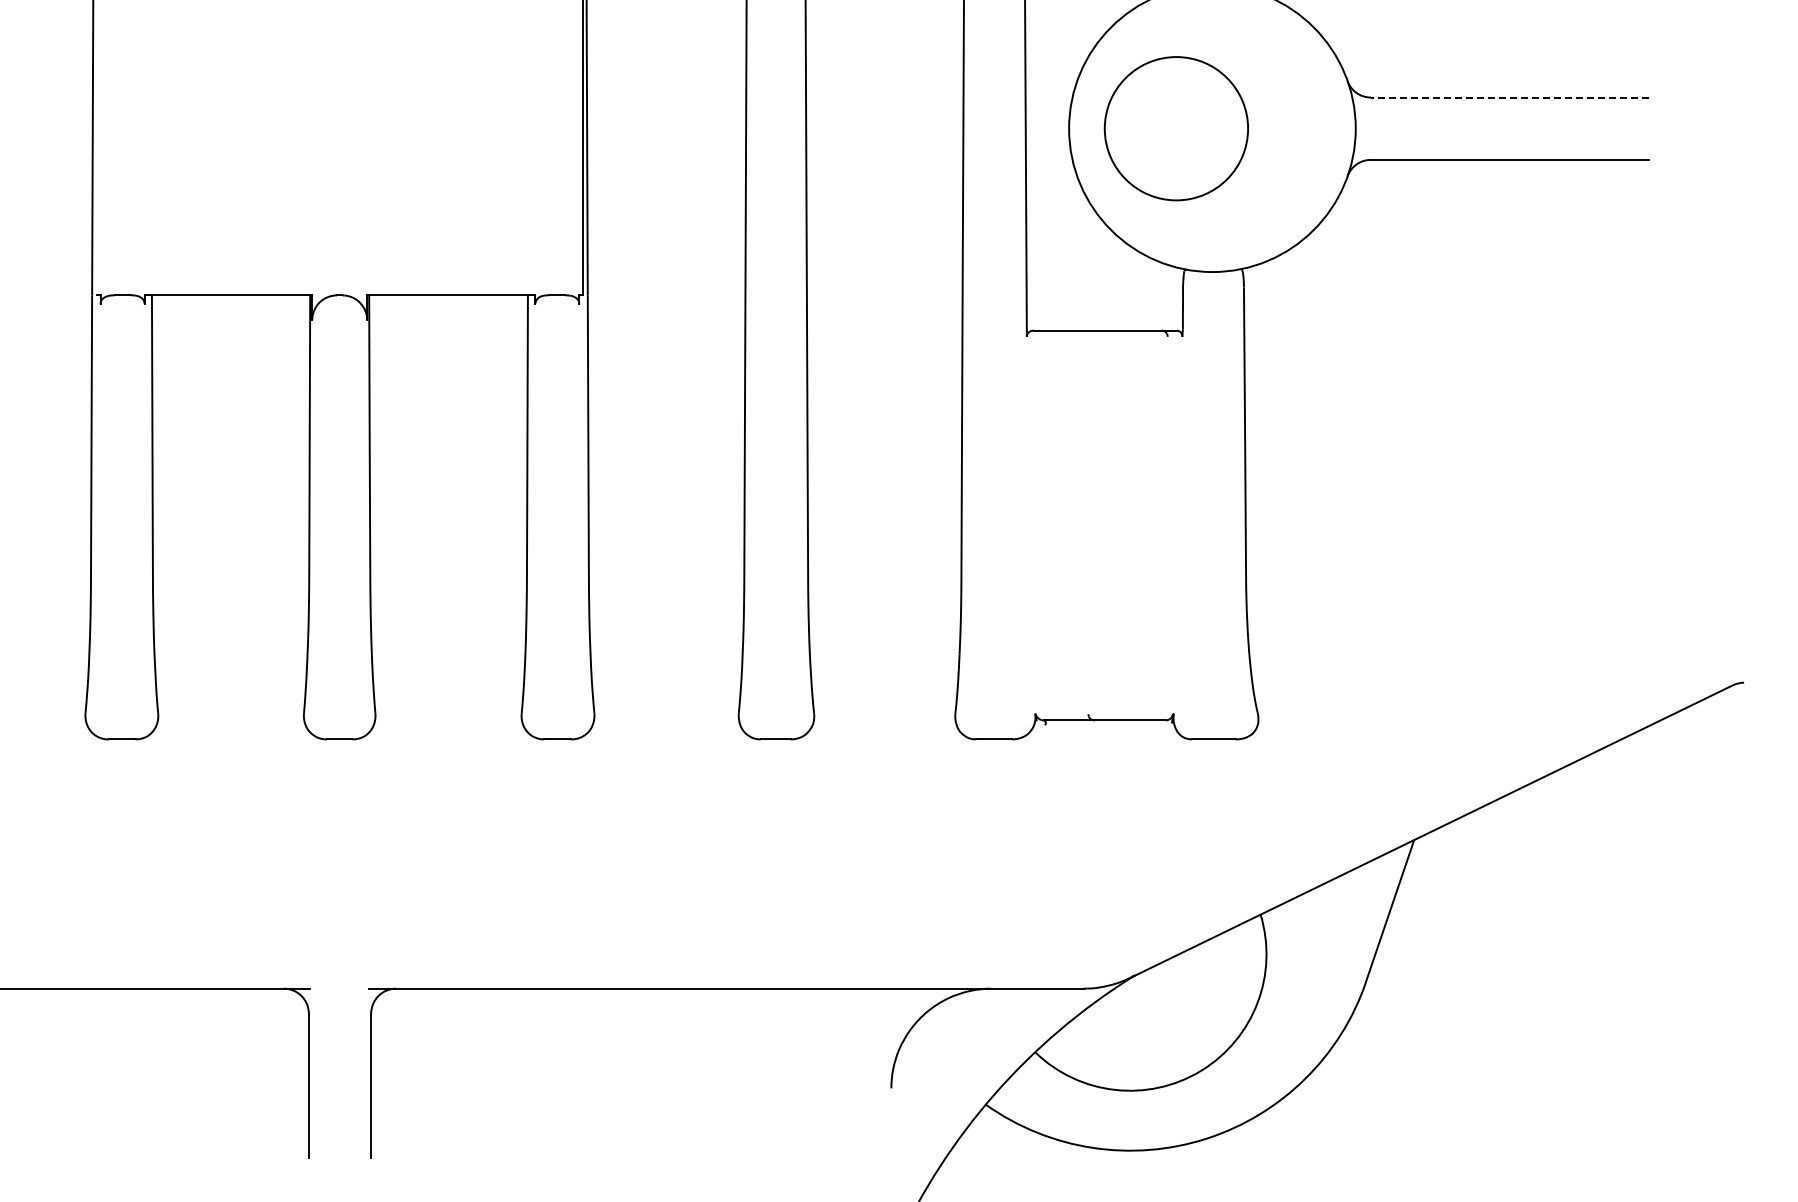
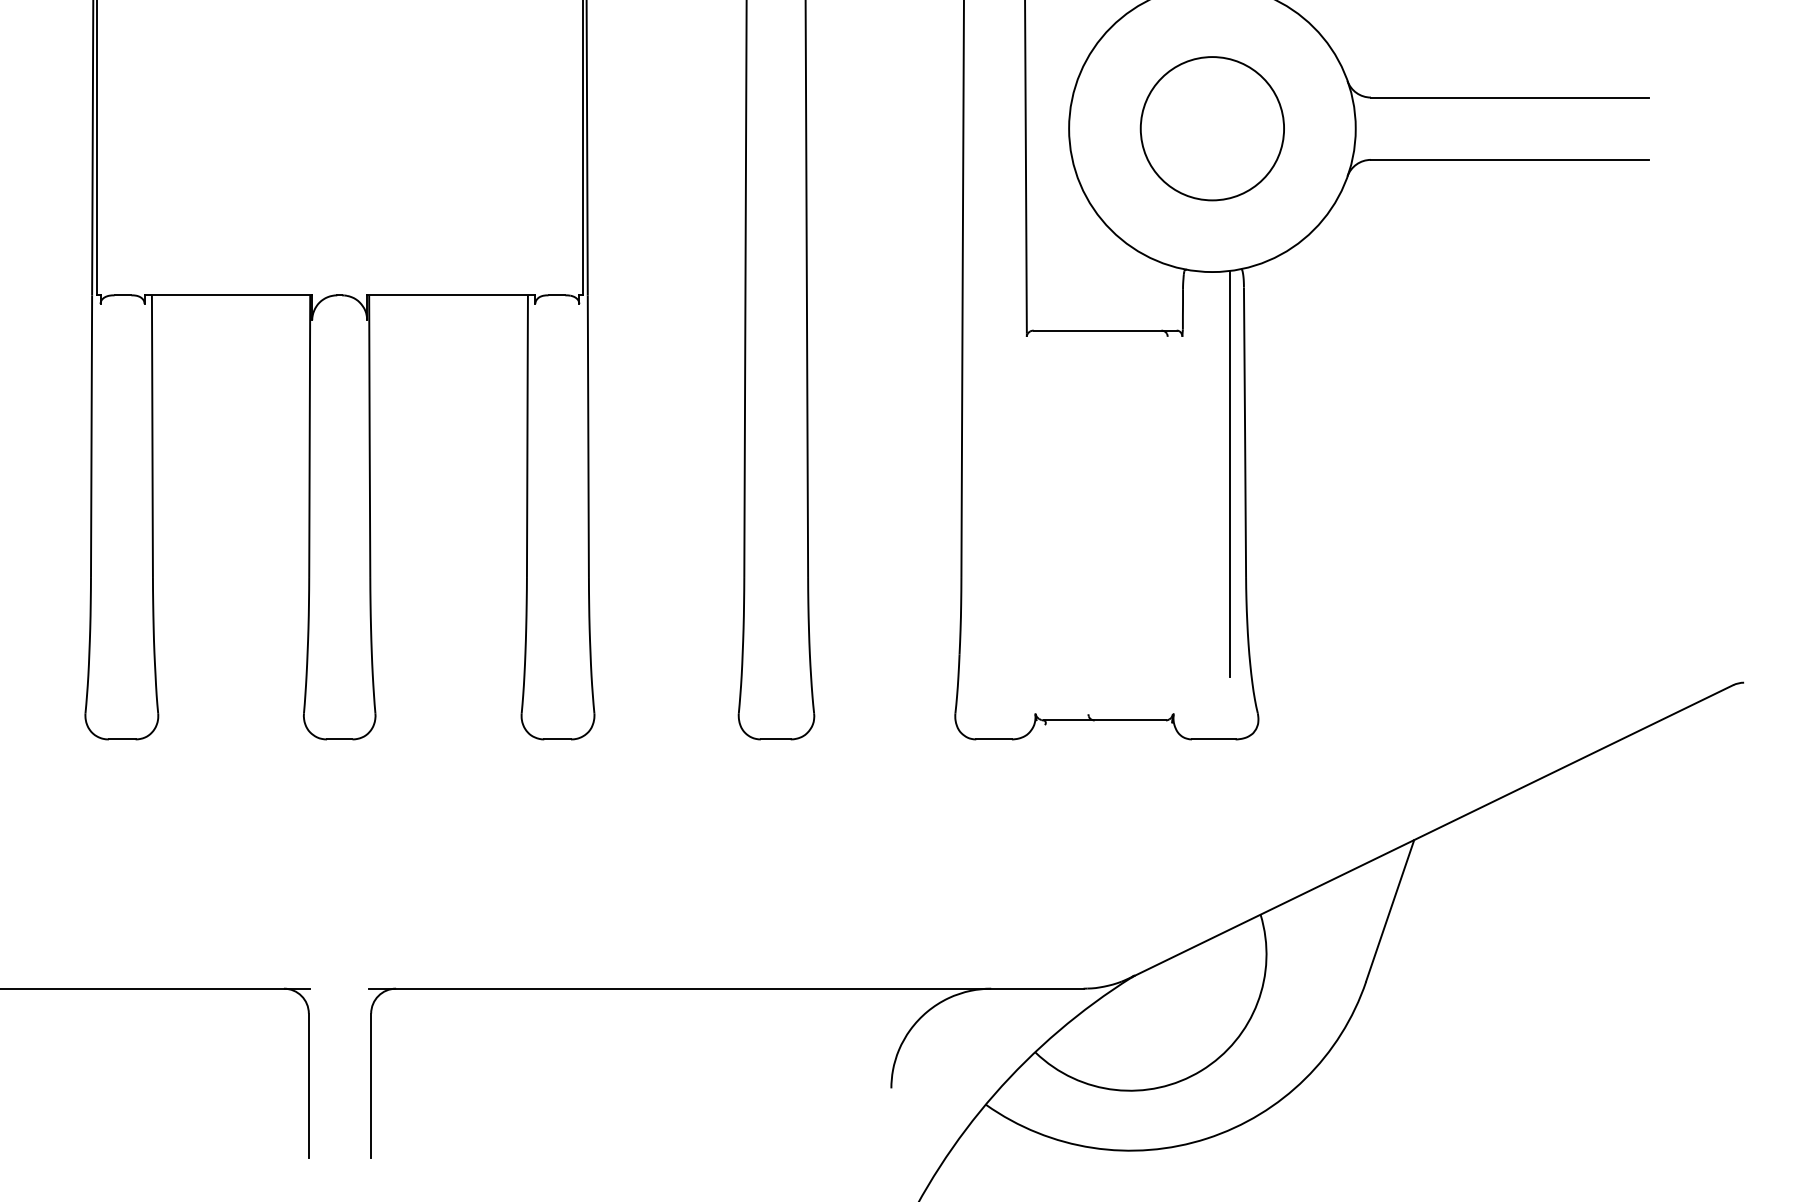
line at (1509, 97): dashed -> solid
circle at (1175, 128) position: (1175, 128) -> (1211, 128)
line at (96, 148): none -> present
line at (1230, 473): none -> present
